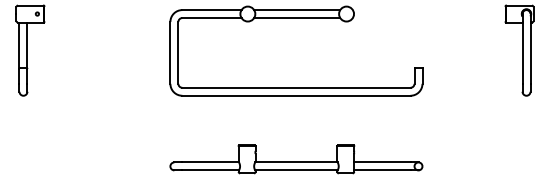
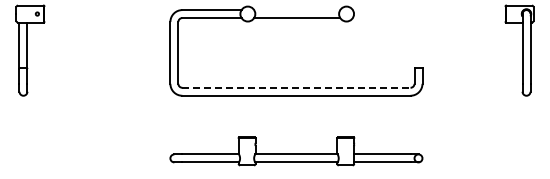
line at (297, 10): present -> none
line at (296, 87): solid -> dashed
part at (296, 159) position: (296, 159) -> (296, 151)
